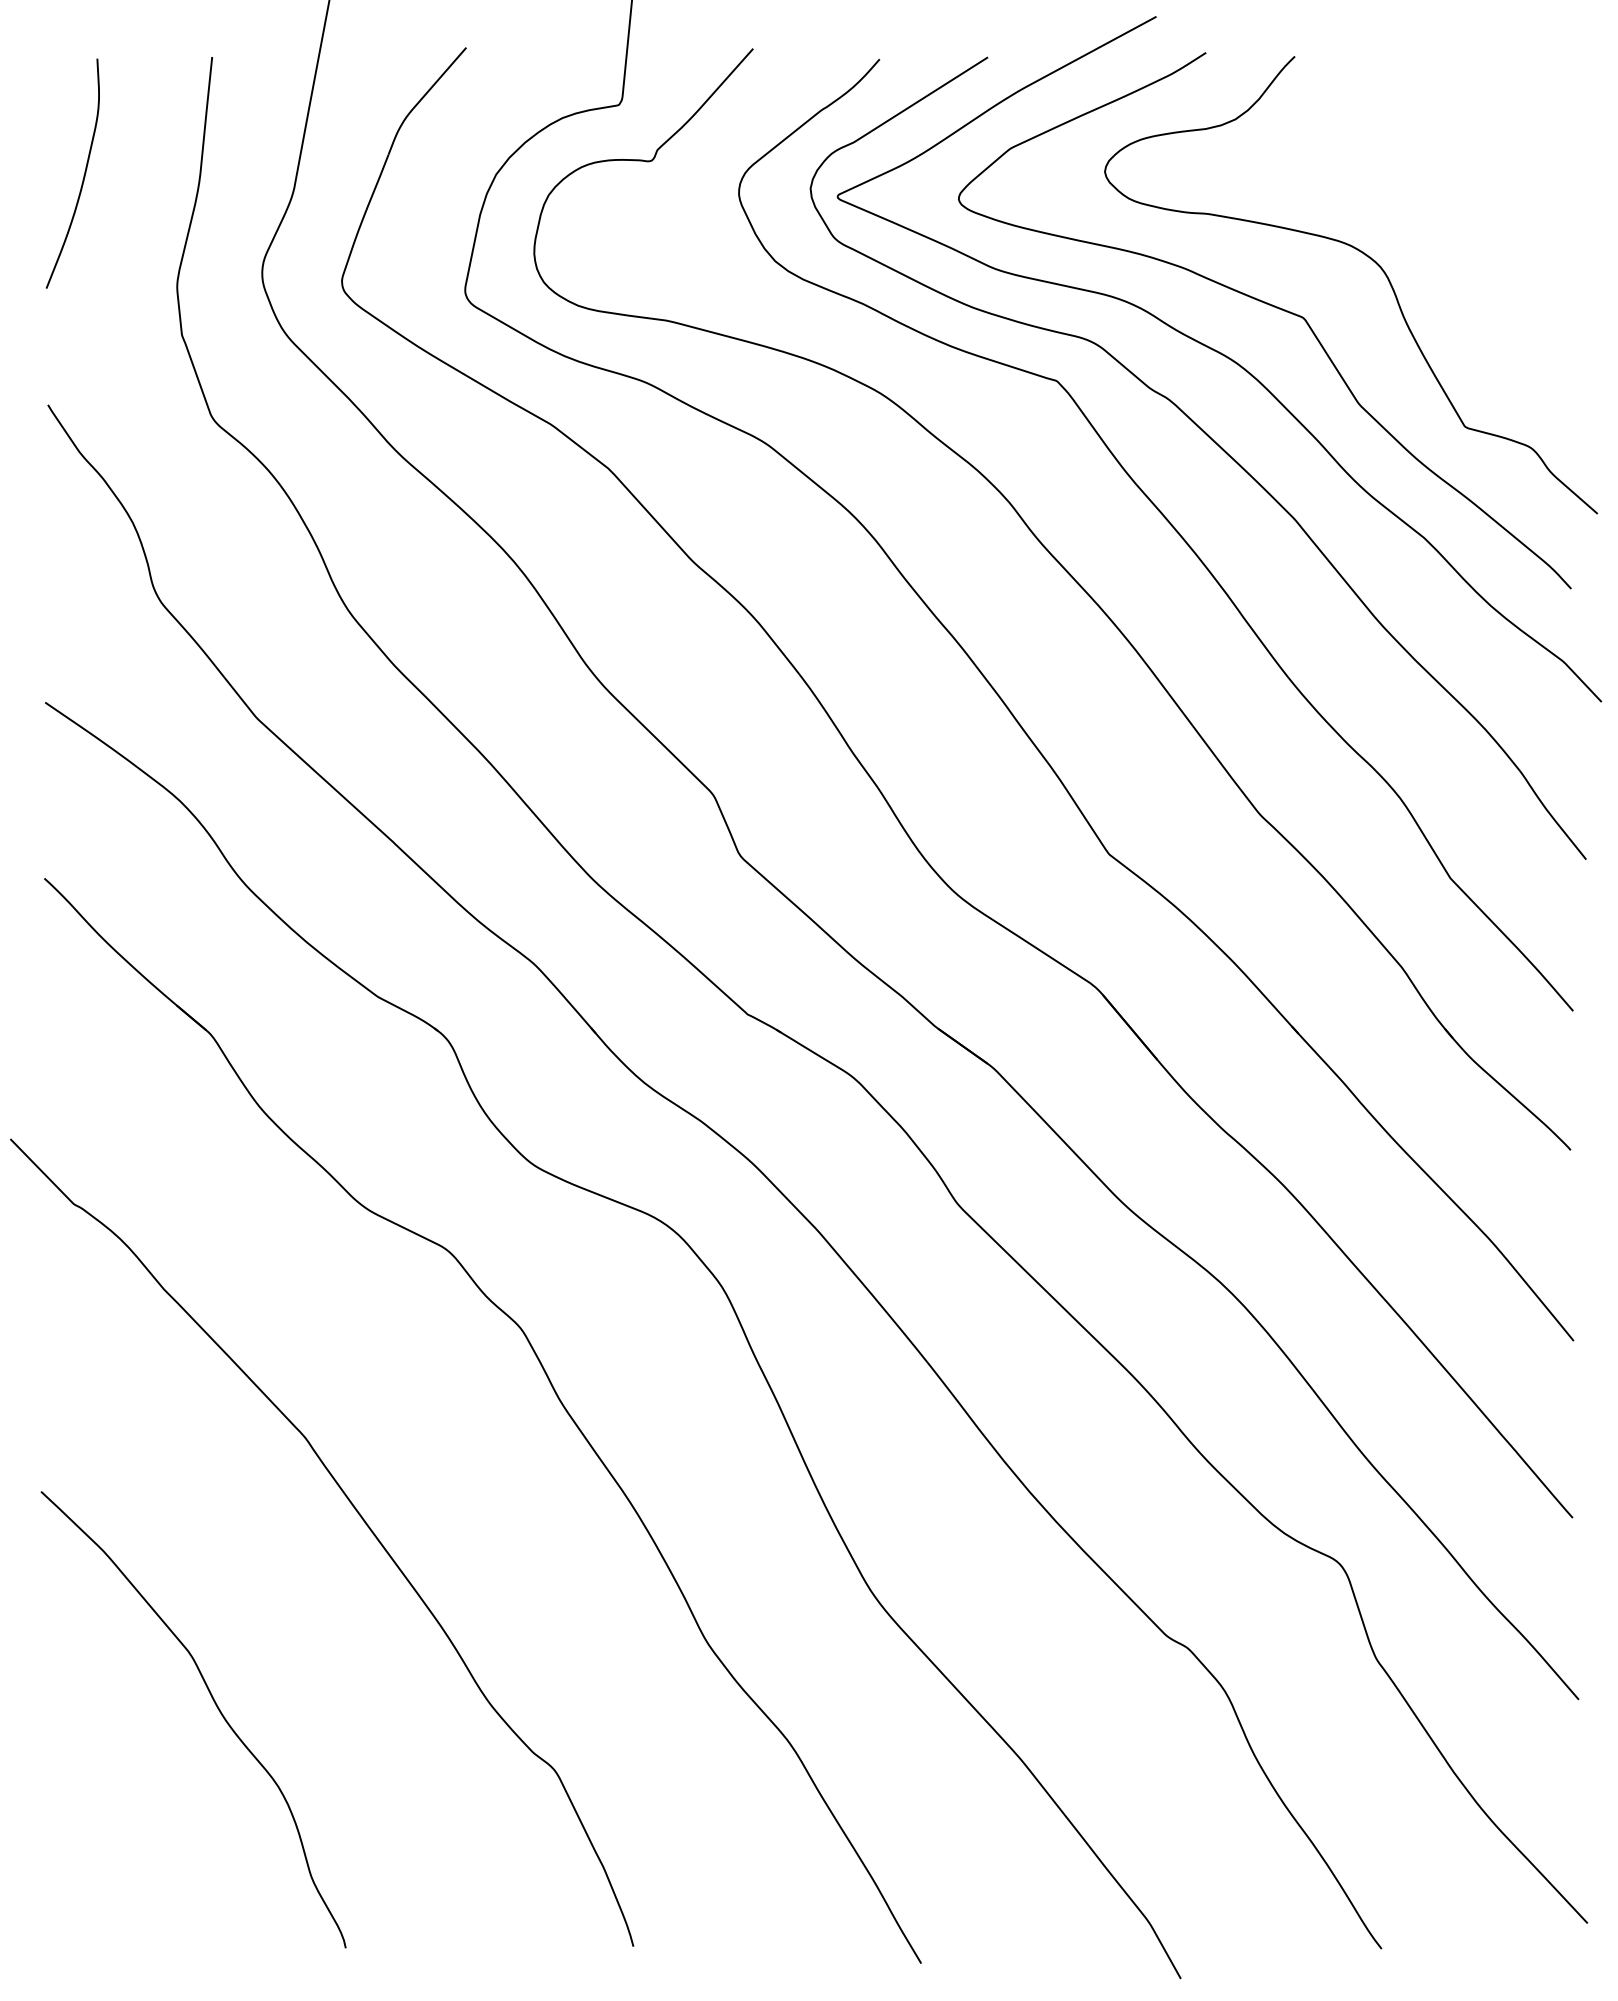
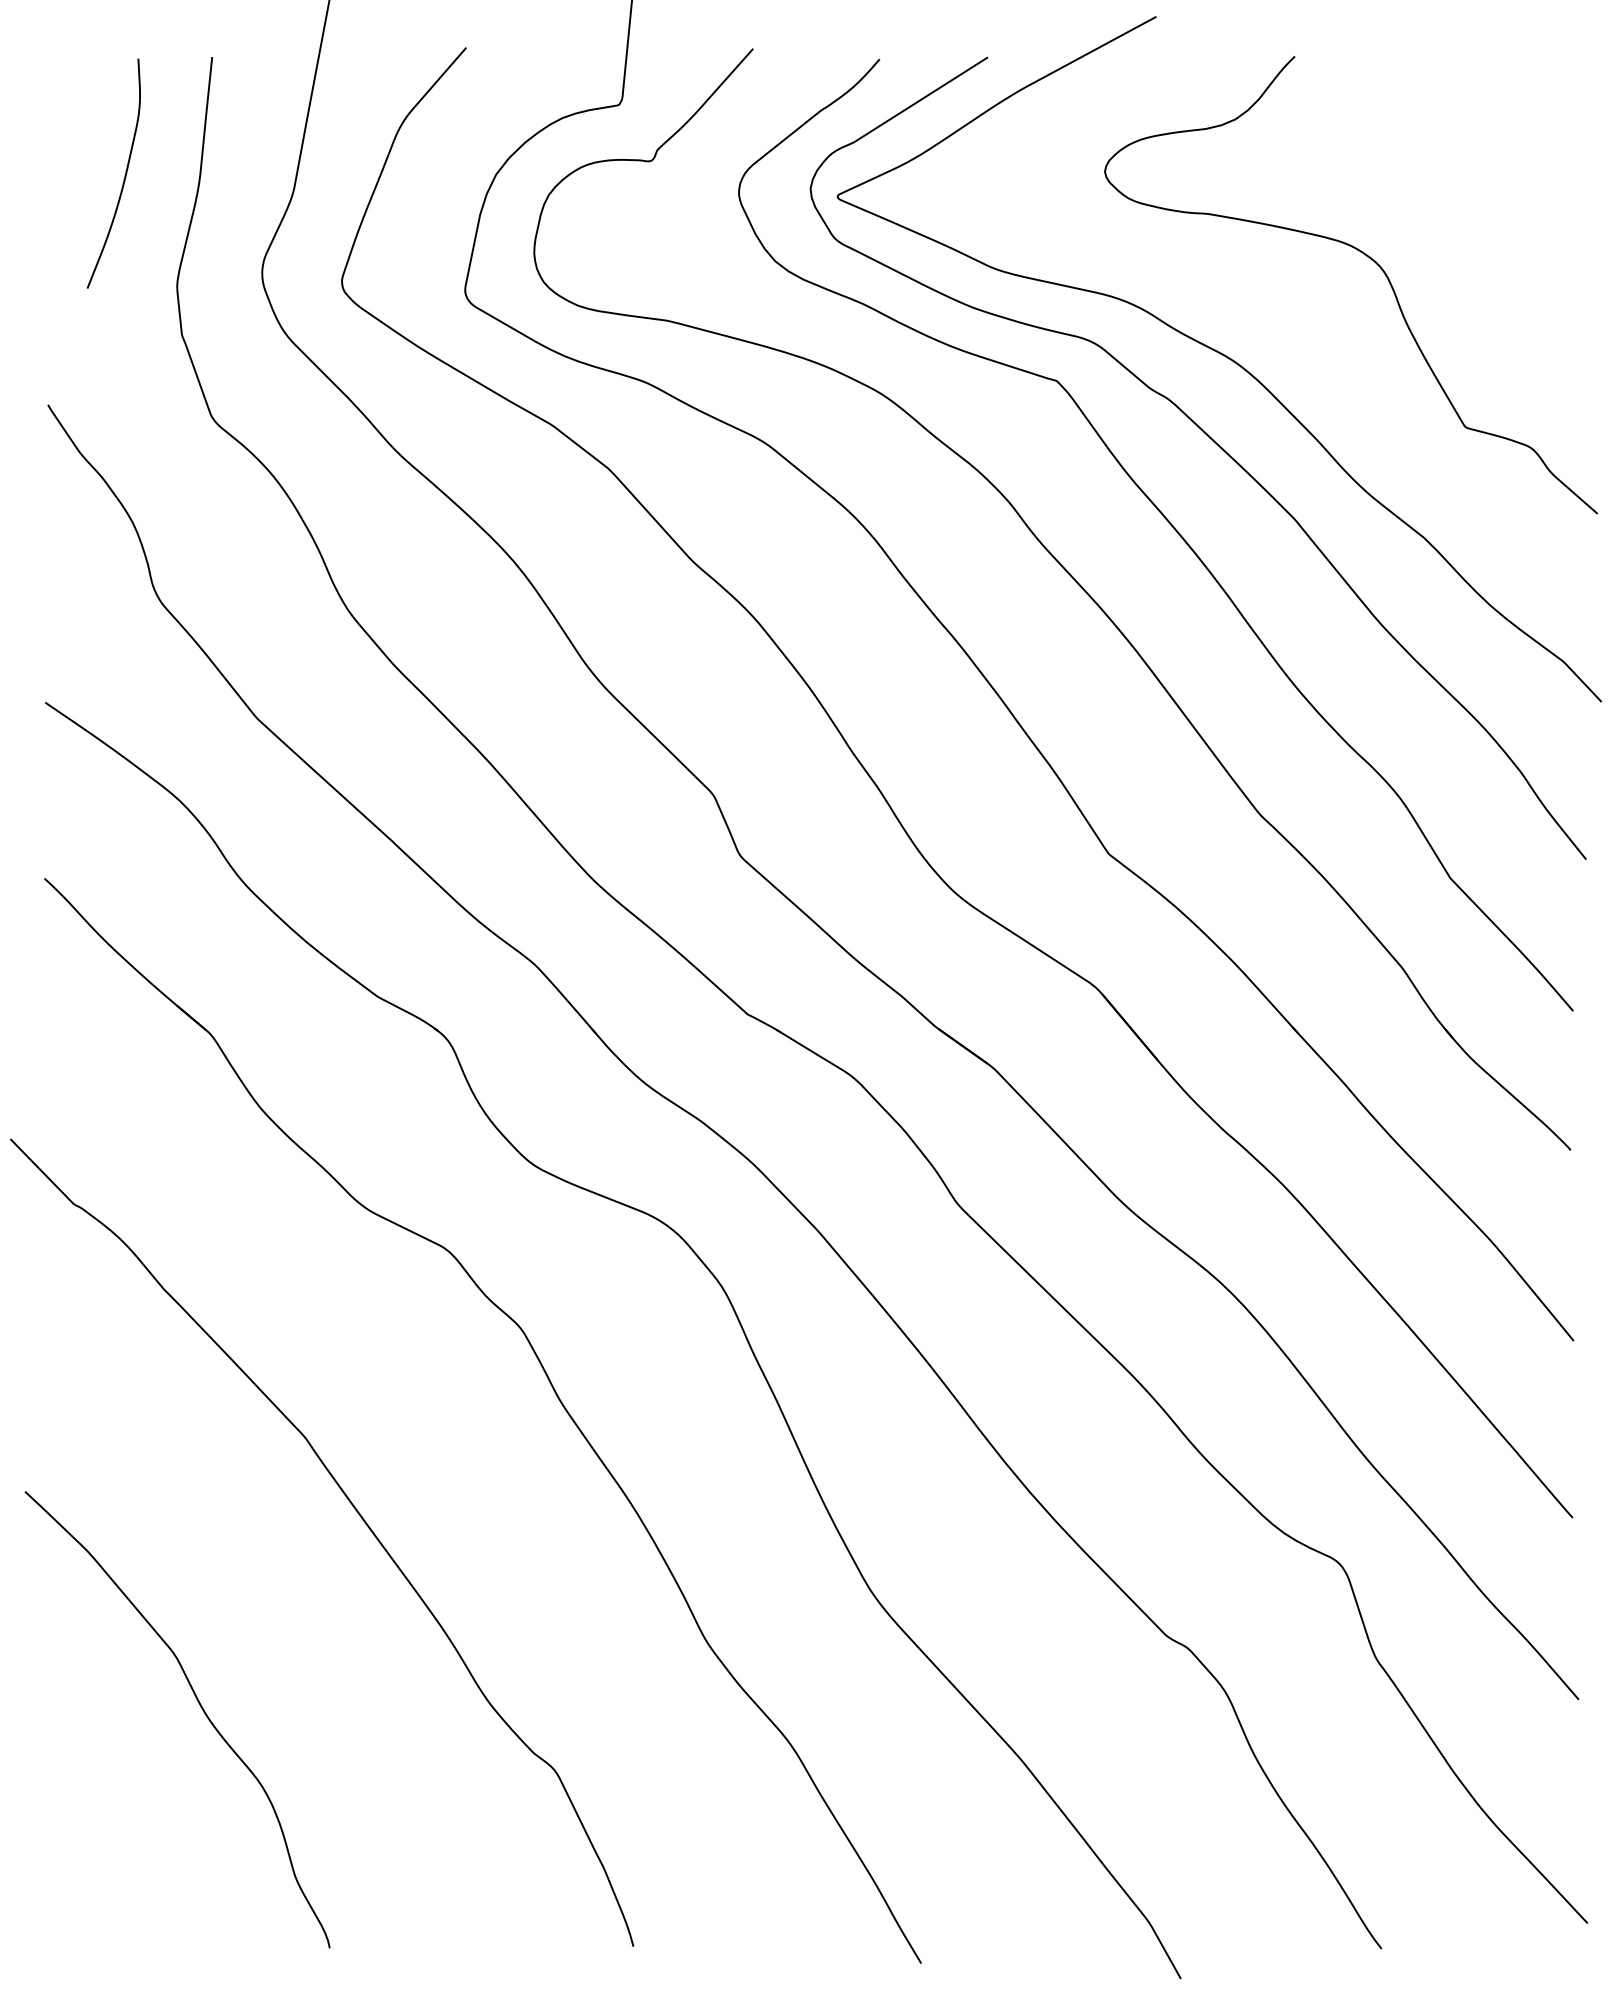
curve at (83, 175) position: (83, 175) -> (124, 175)
curve at (1271, 306): present -> none
curve at (216, 1707) position: (216, 1707) -> (200, 1707)
